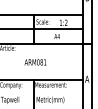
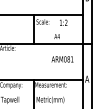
line at (42, 29): present -> none
text at (35, 62) position: (35, 62) -> (62, 59)
